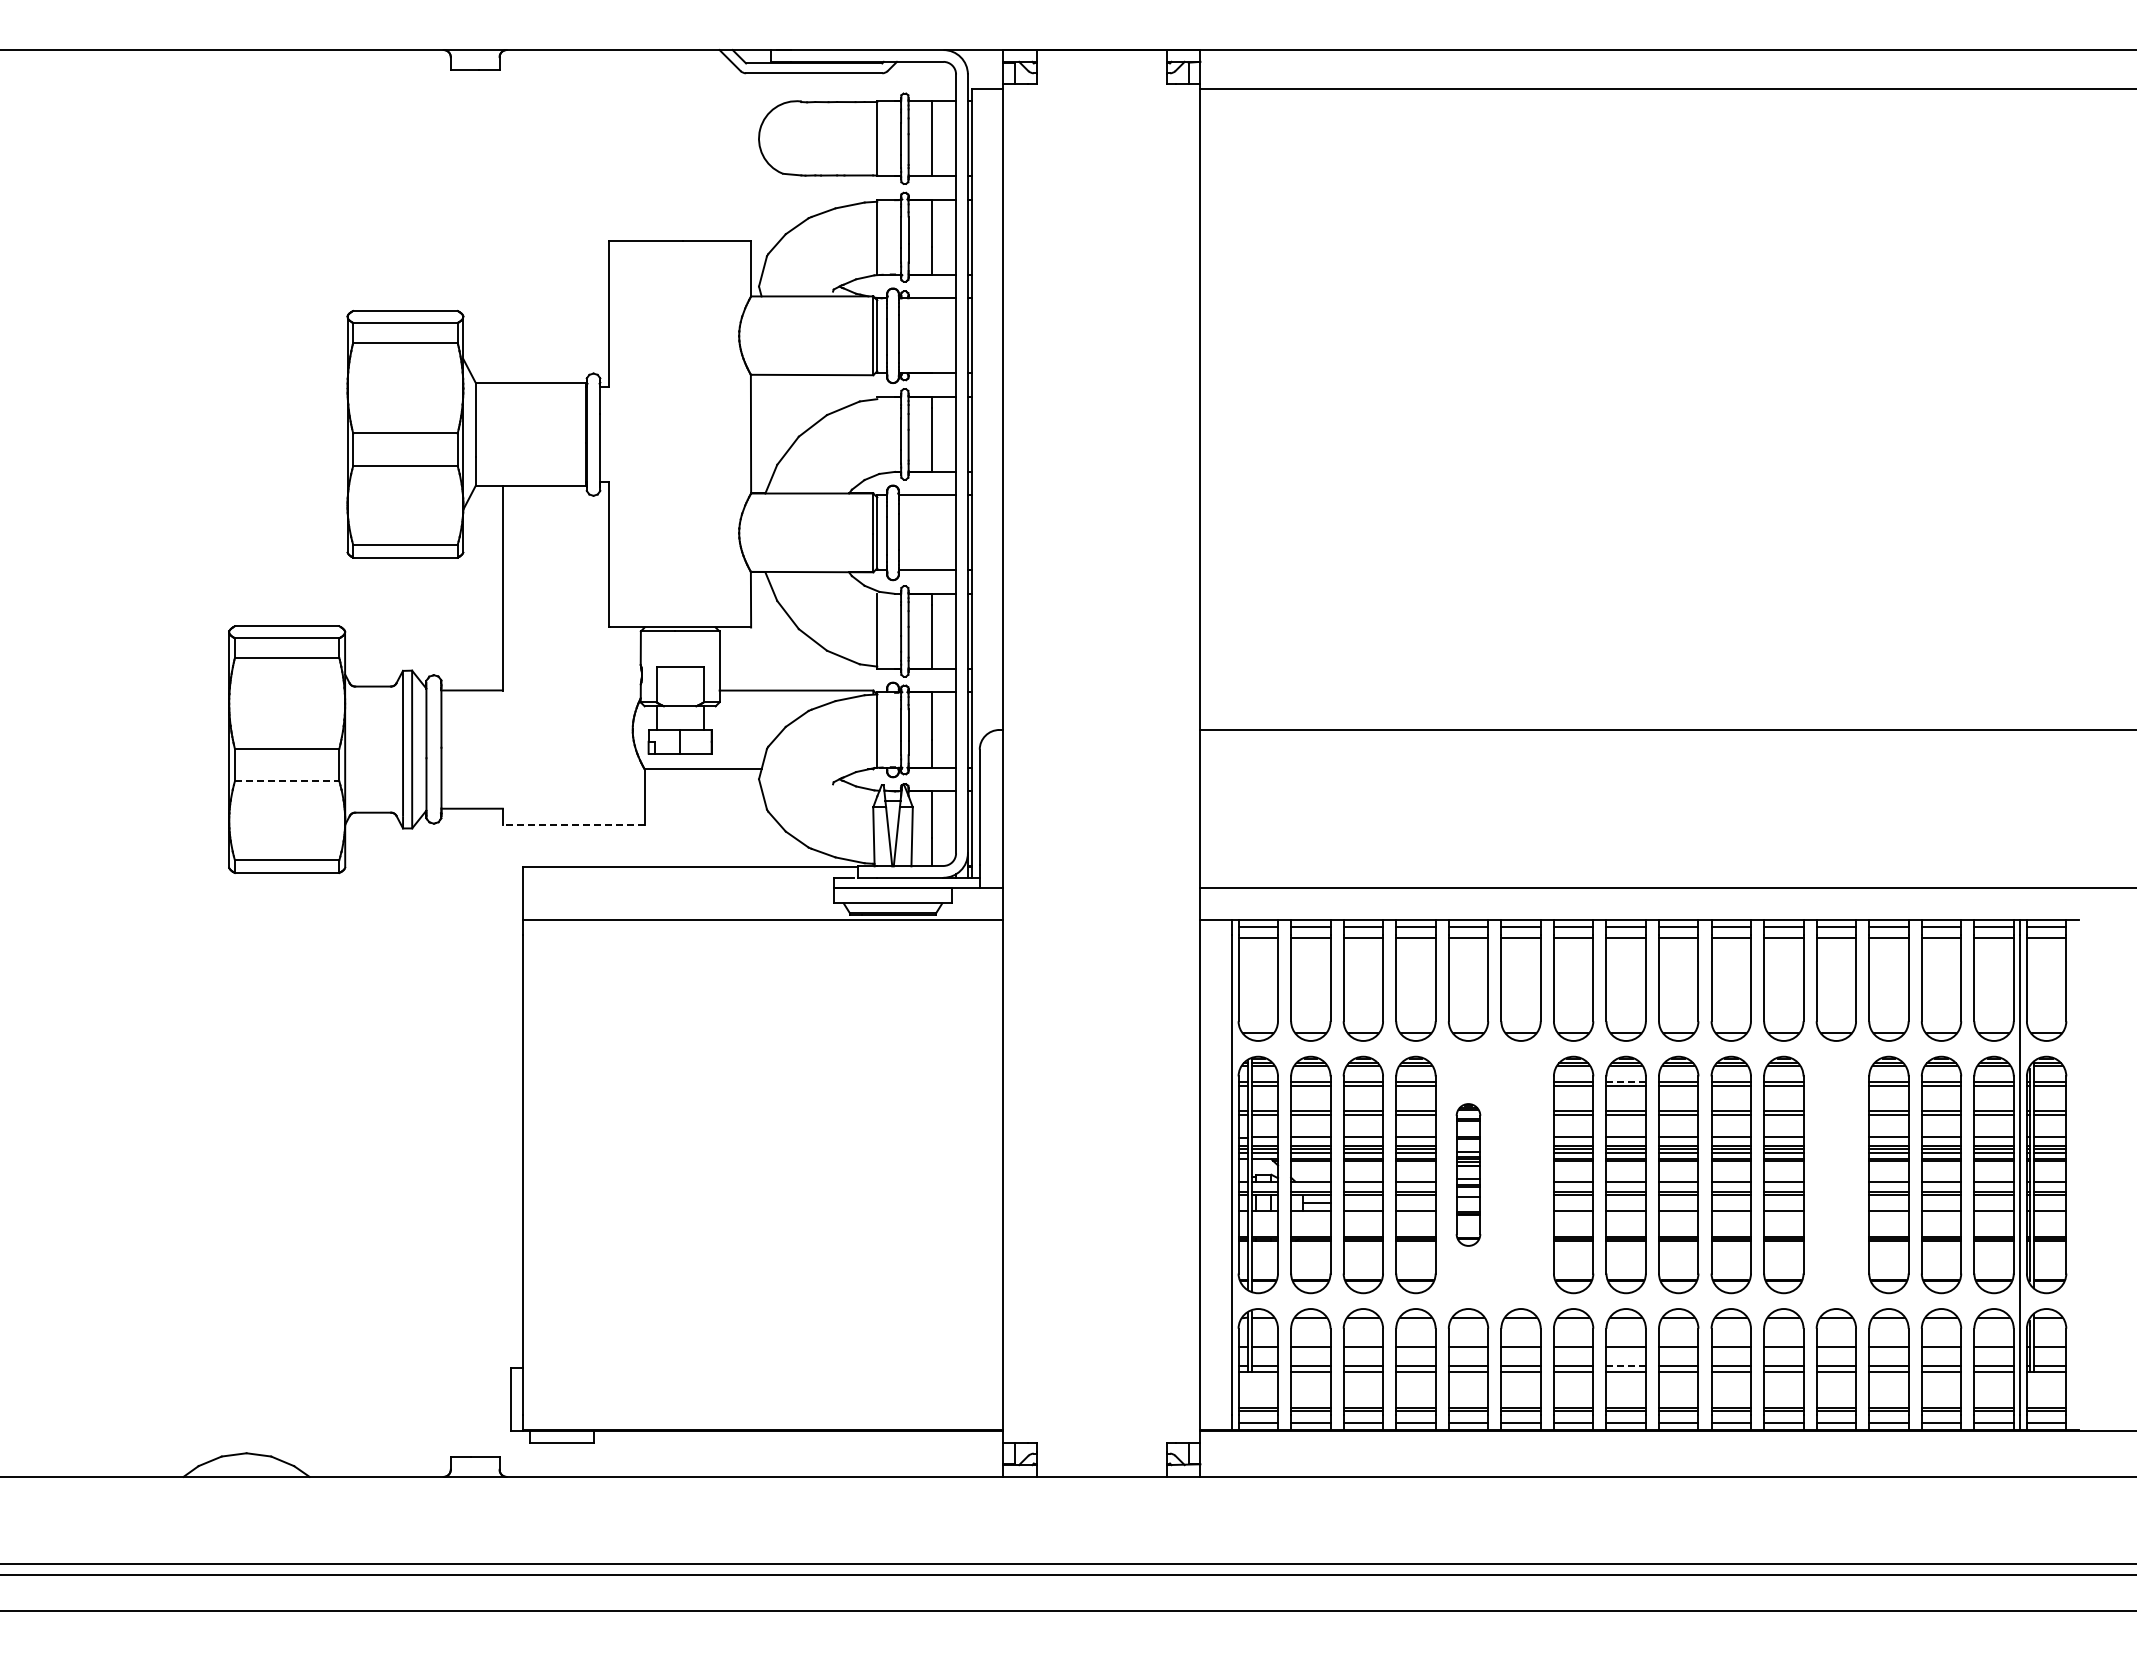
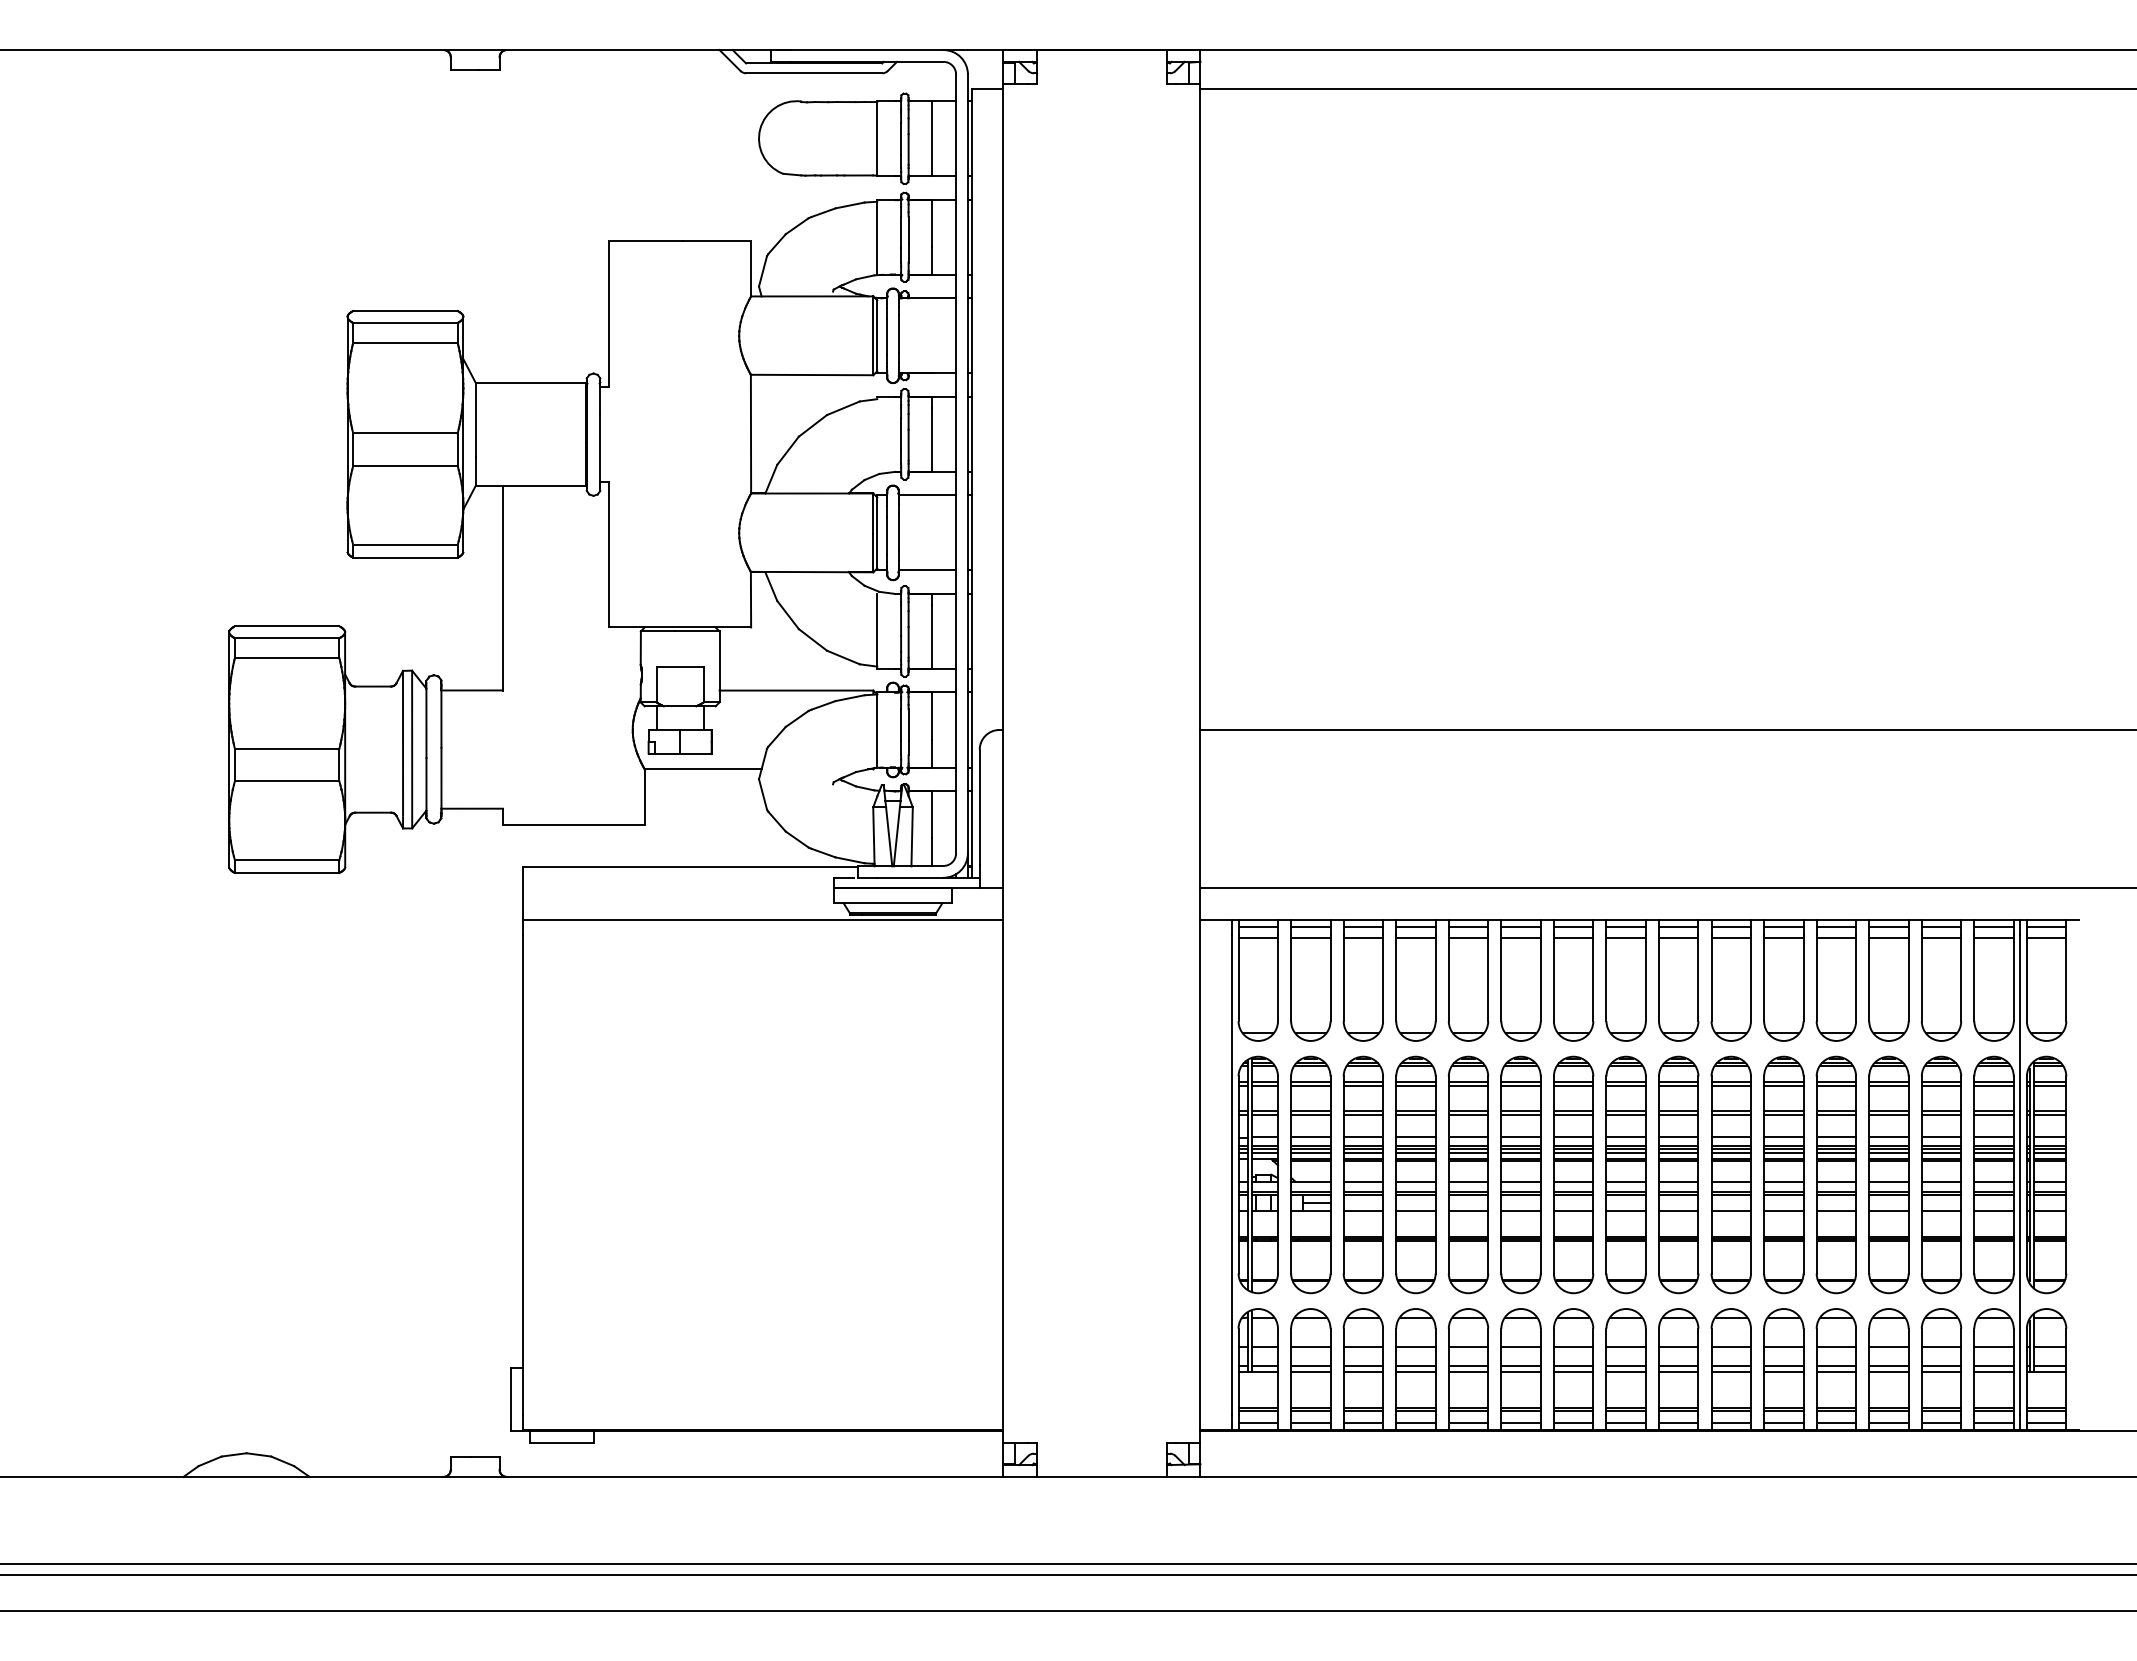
line at (287, 781): dashed -> solid
line at (573, 824): dashed -> solid
line at (1626, 1081): dashed -> solid
part at (1468, 1174) size: 27x144 px -> 43x240 px
part at (1520, 1174): none -> present
part at (1835, 1174): none -> present
line at (1626, 1365): dashed -> solid
